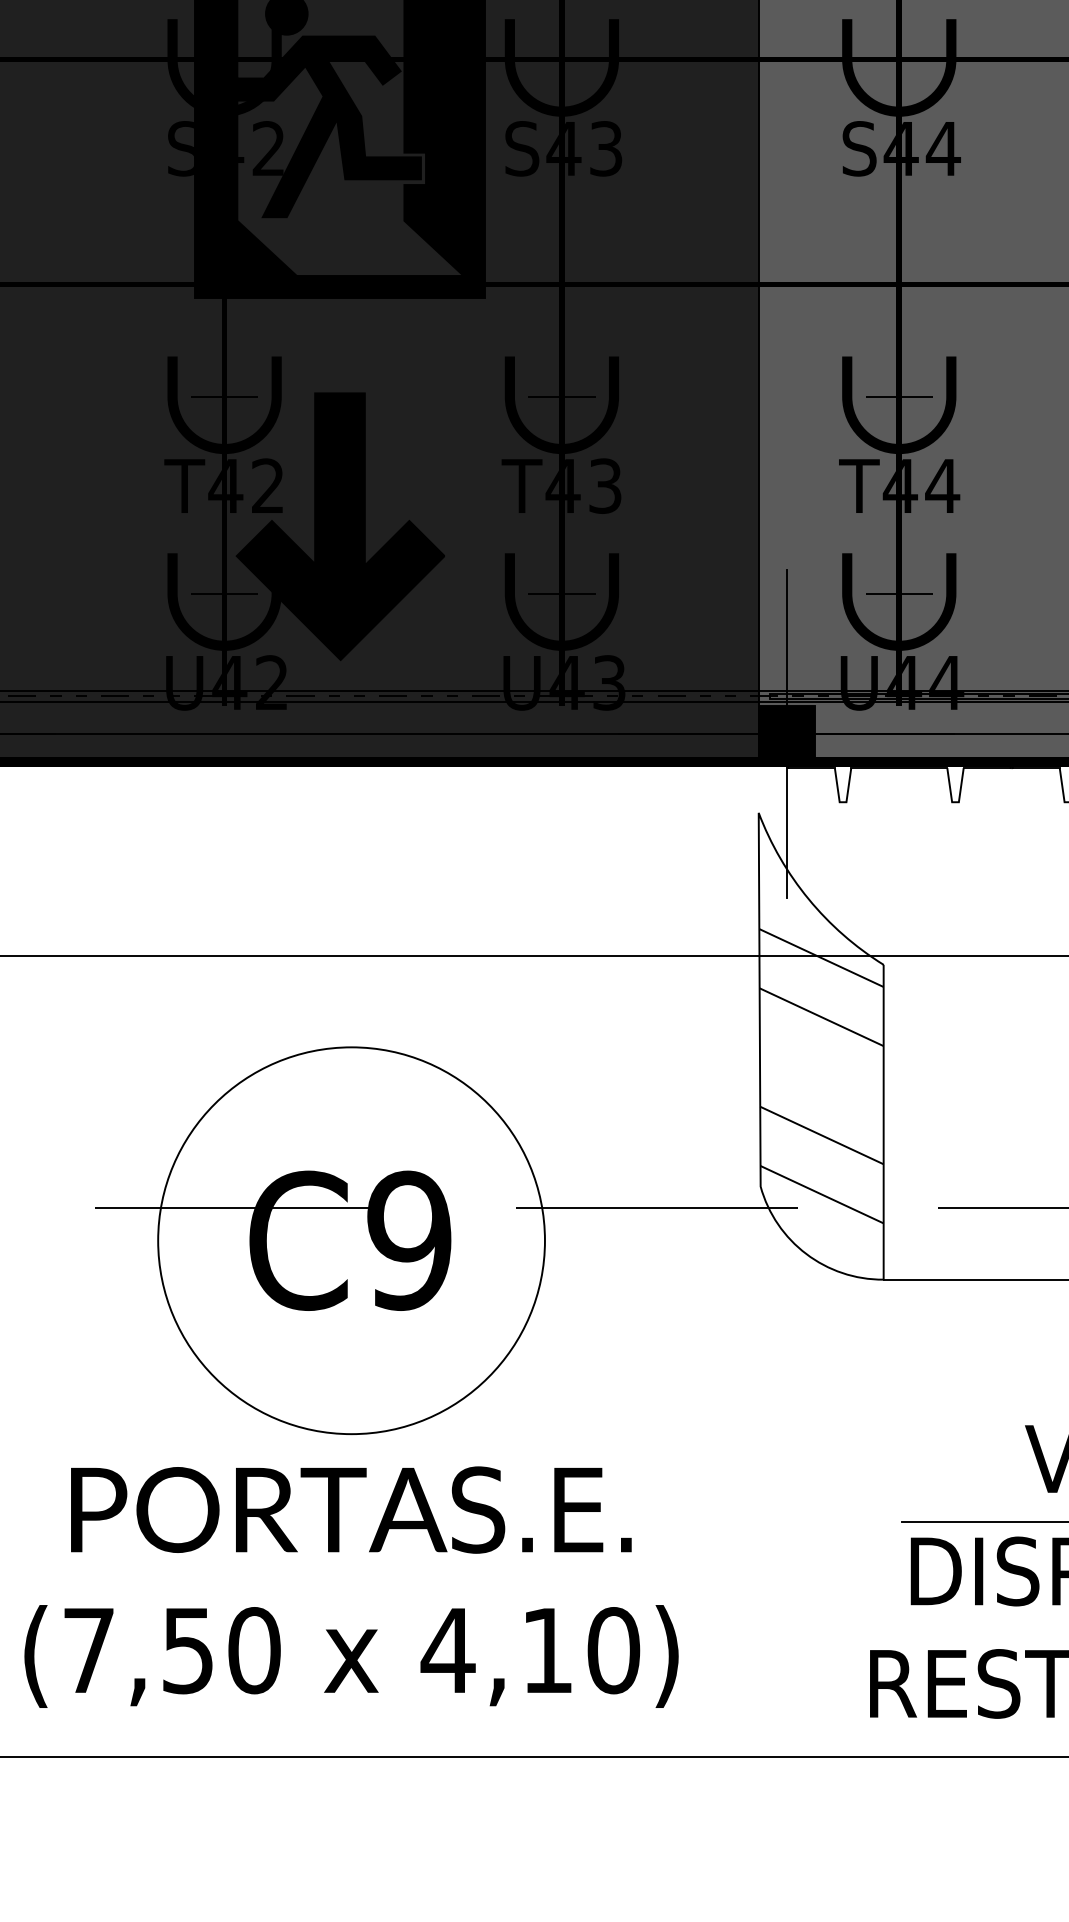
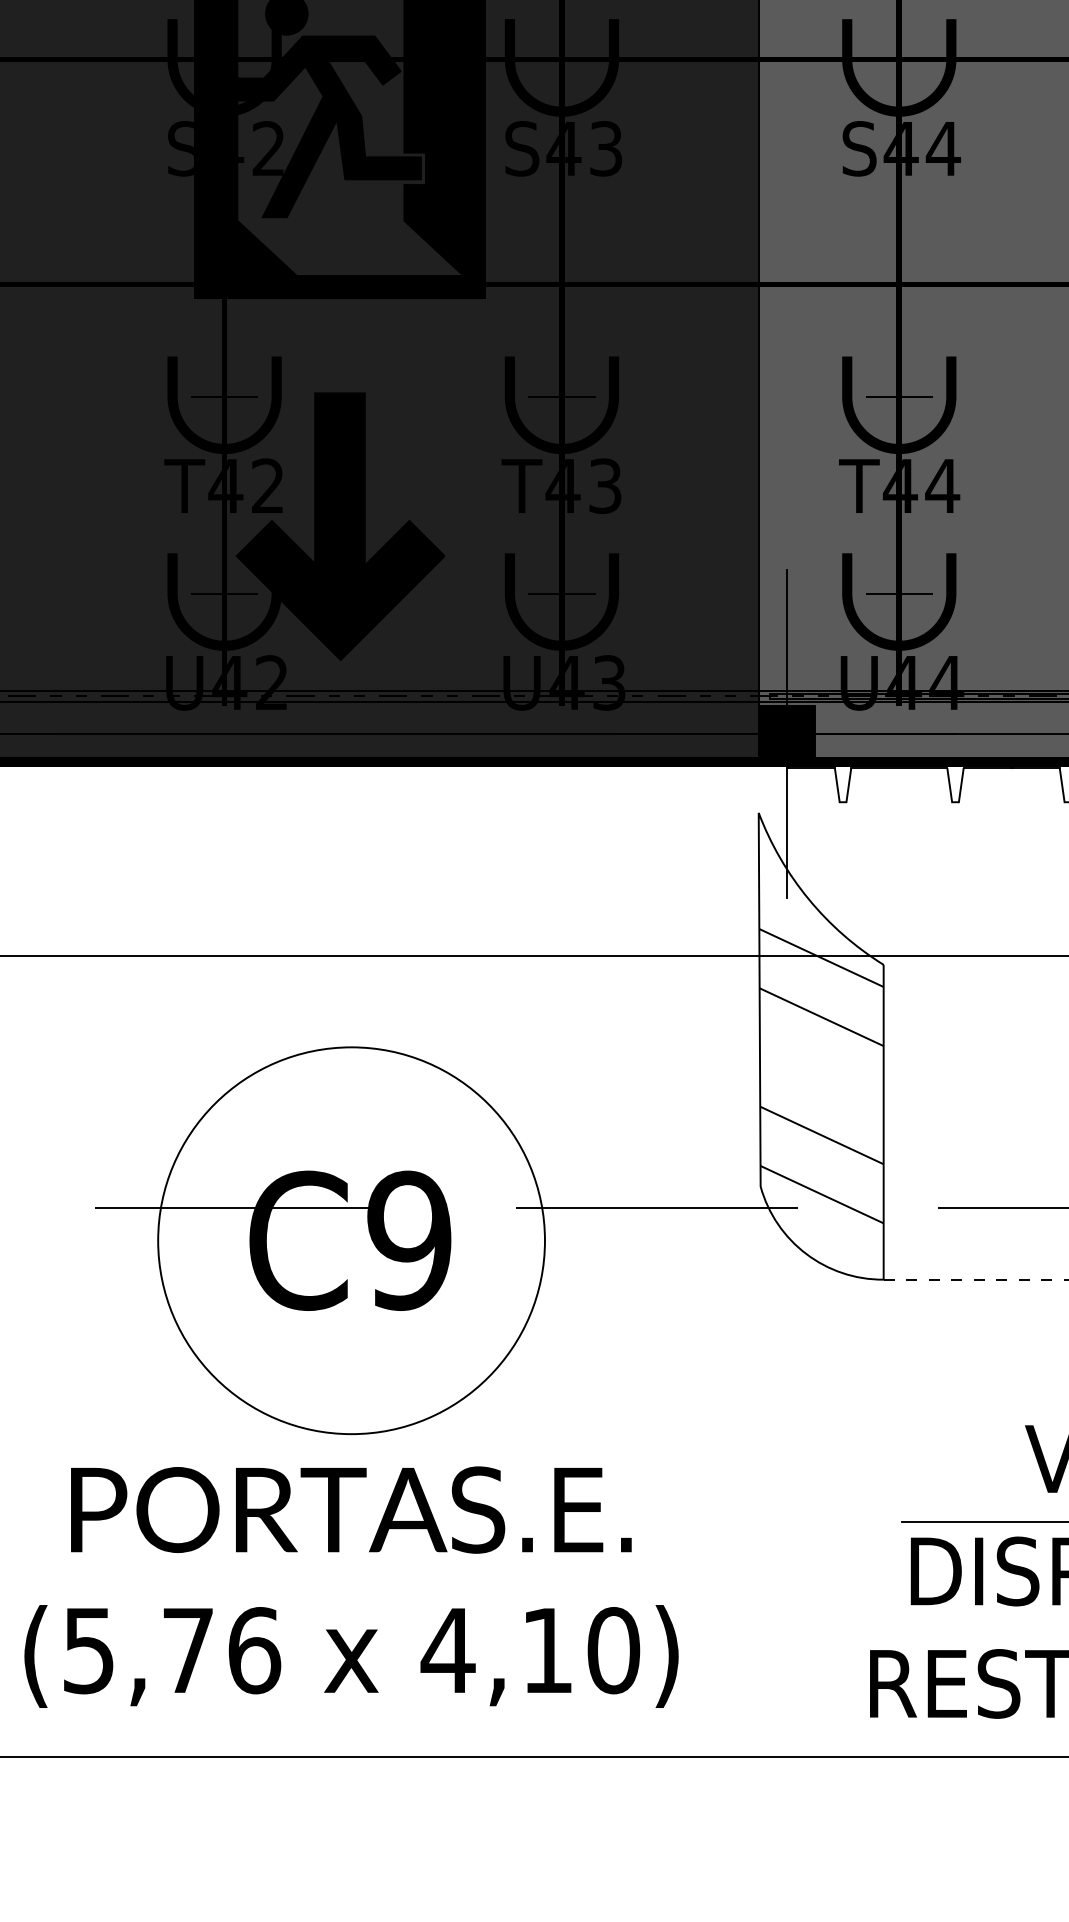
line at (976, 1279): solid -> dashed
text at (172, 1650): (7,50 -> (5,76
